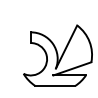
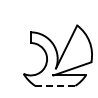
line at (55, 85): solid -> dashed
